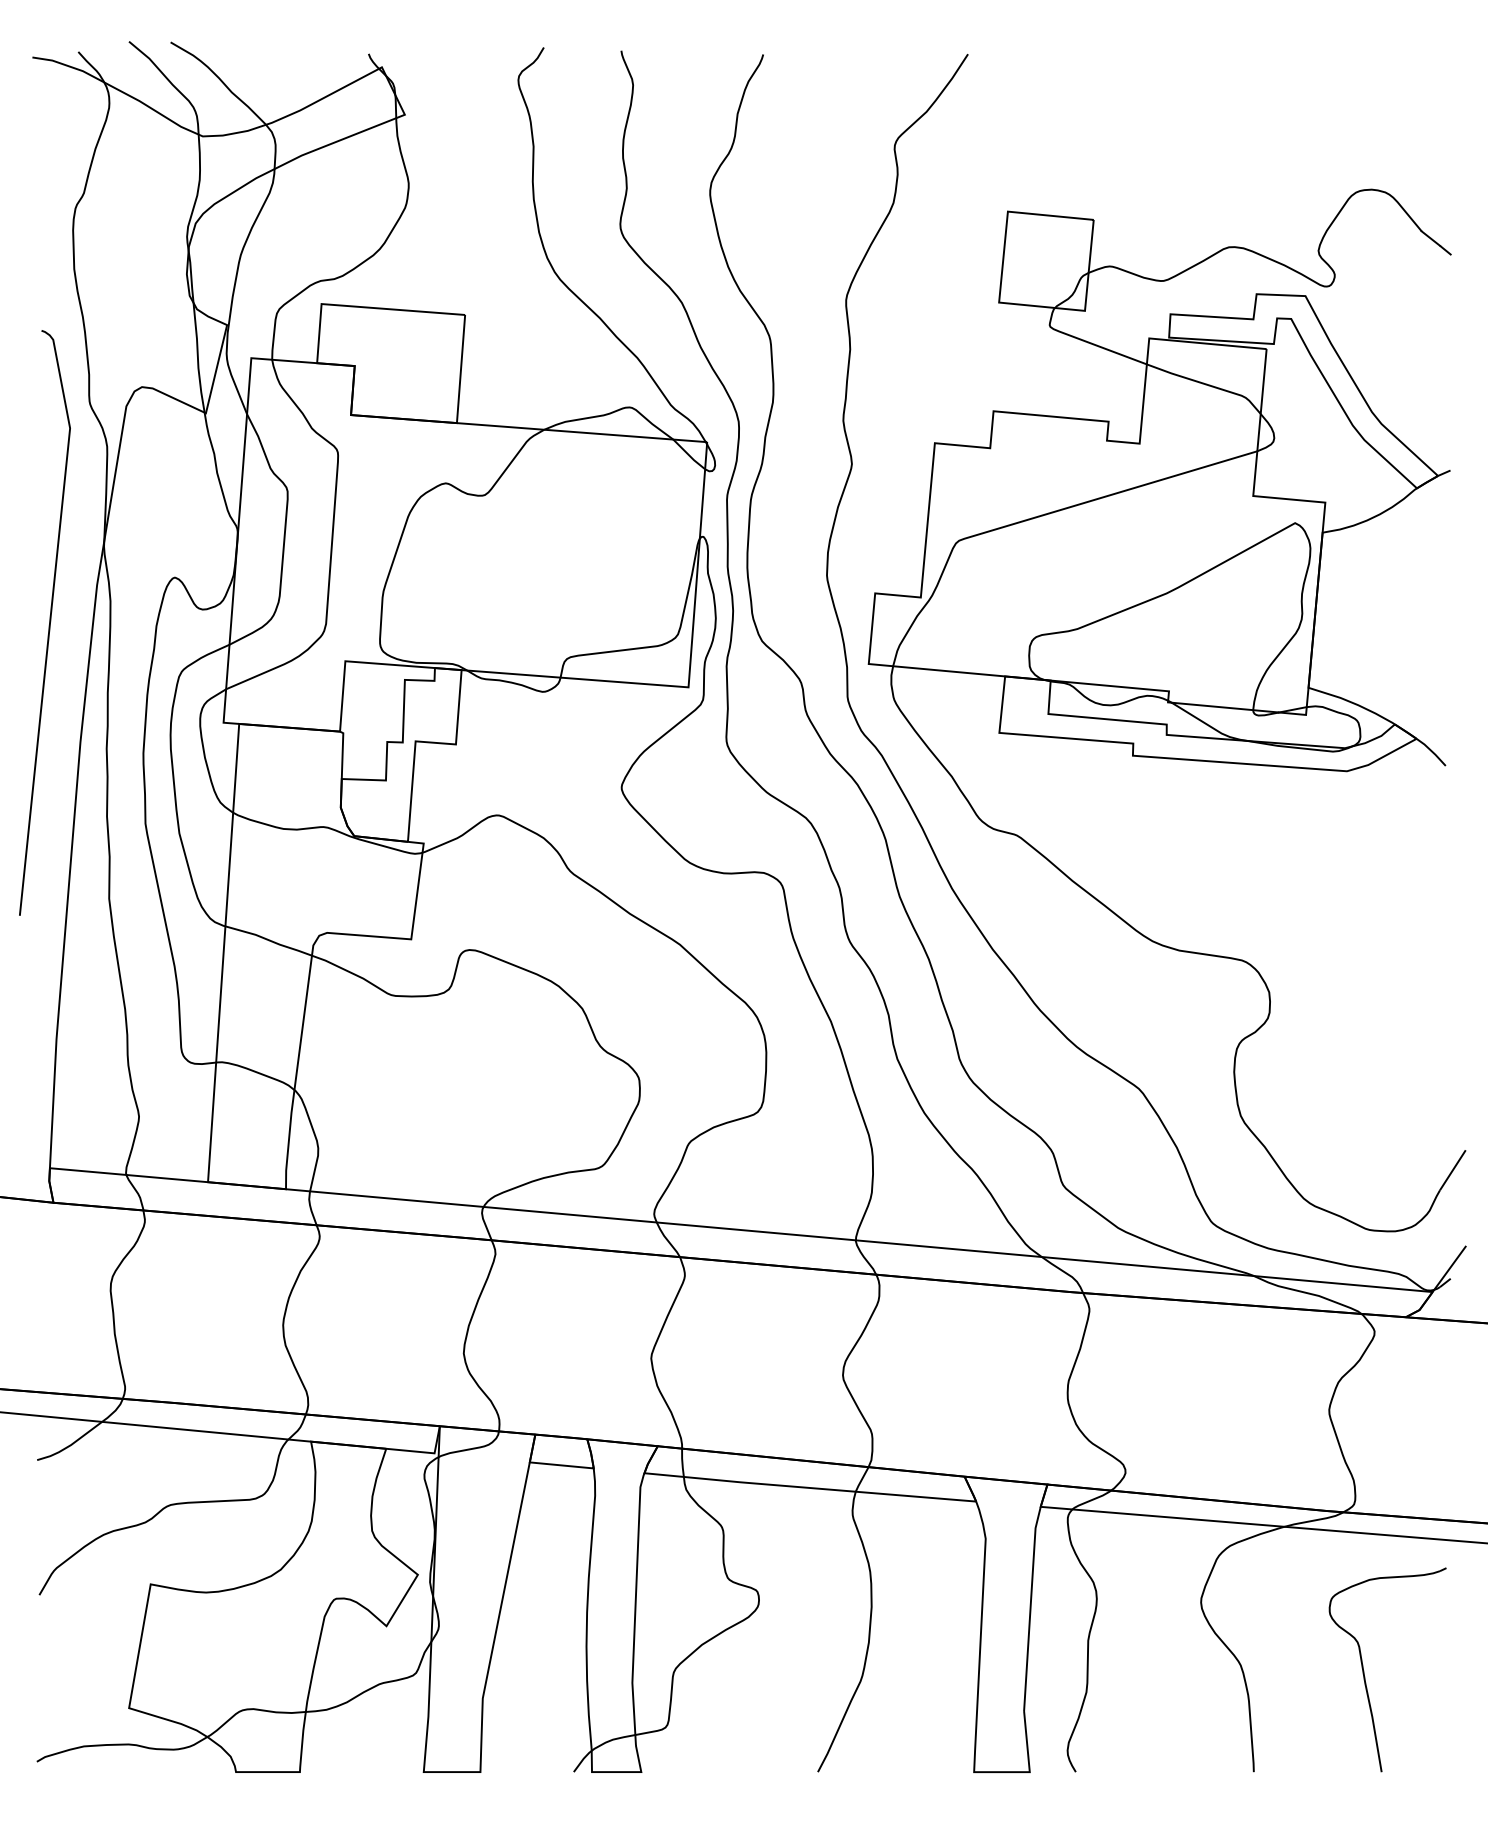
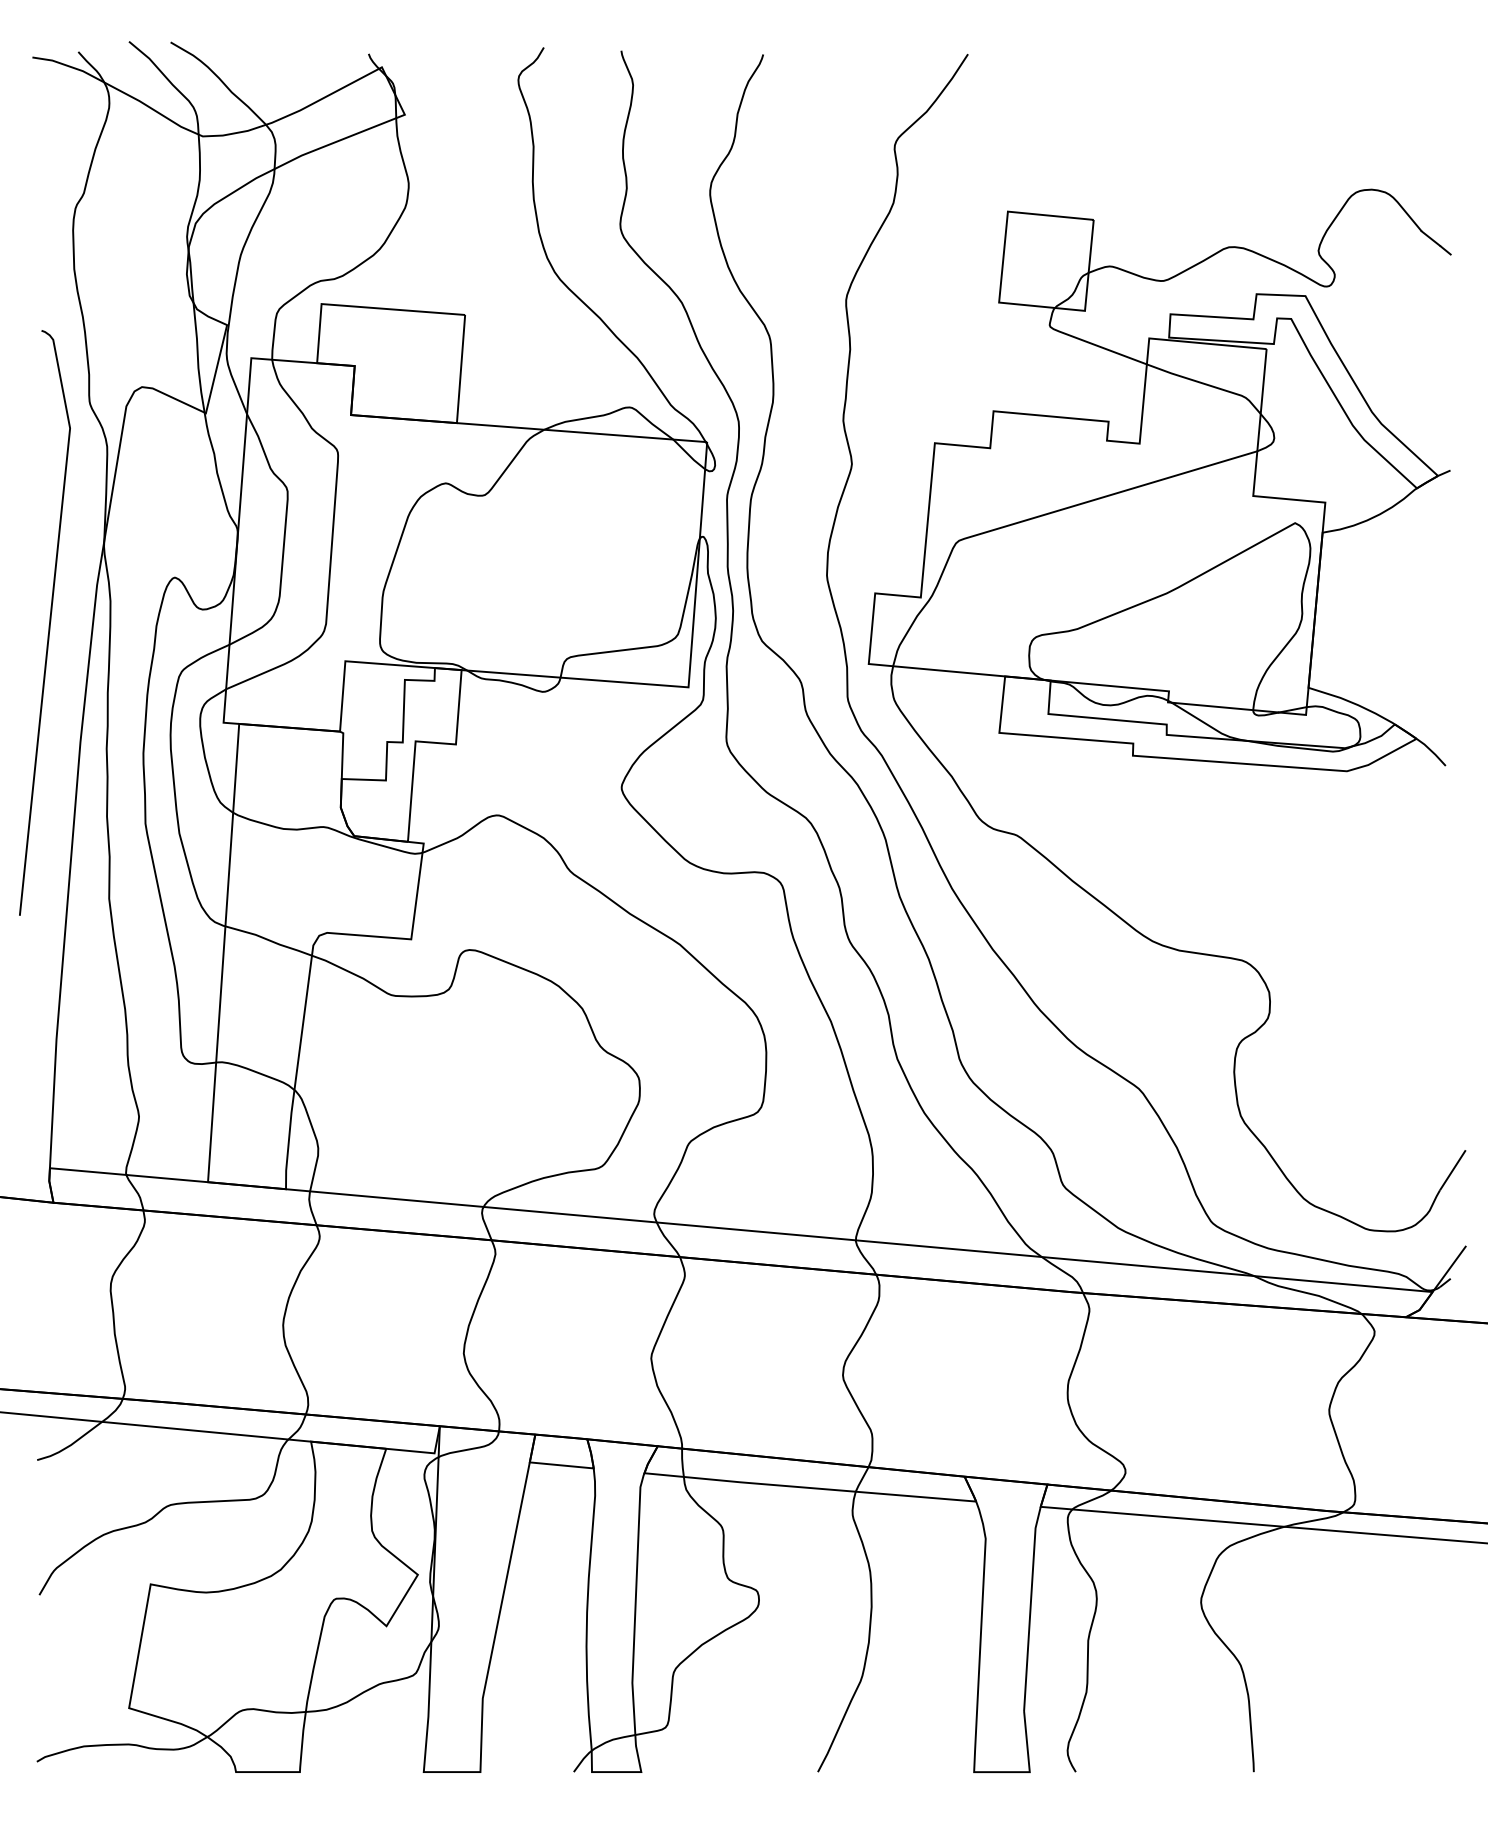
part at (1364, 1670): present -> none
